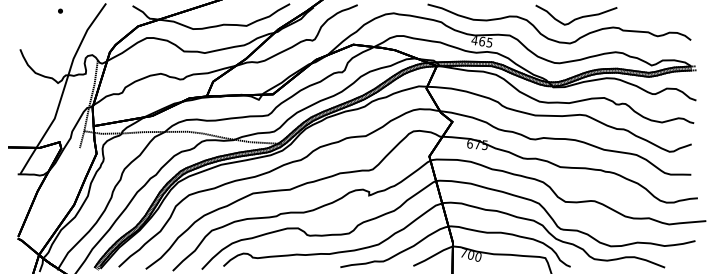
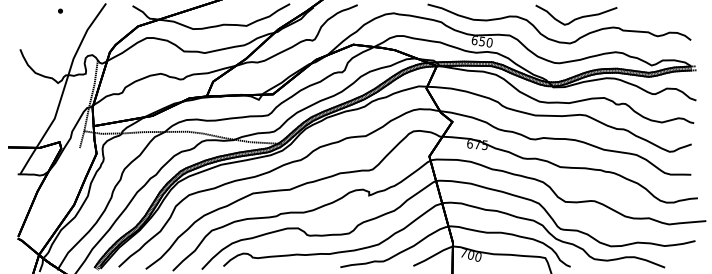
text at (481, 41): 465 -> 650
